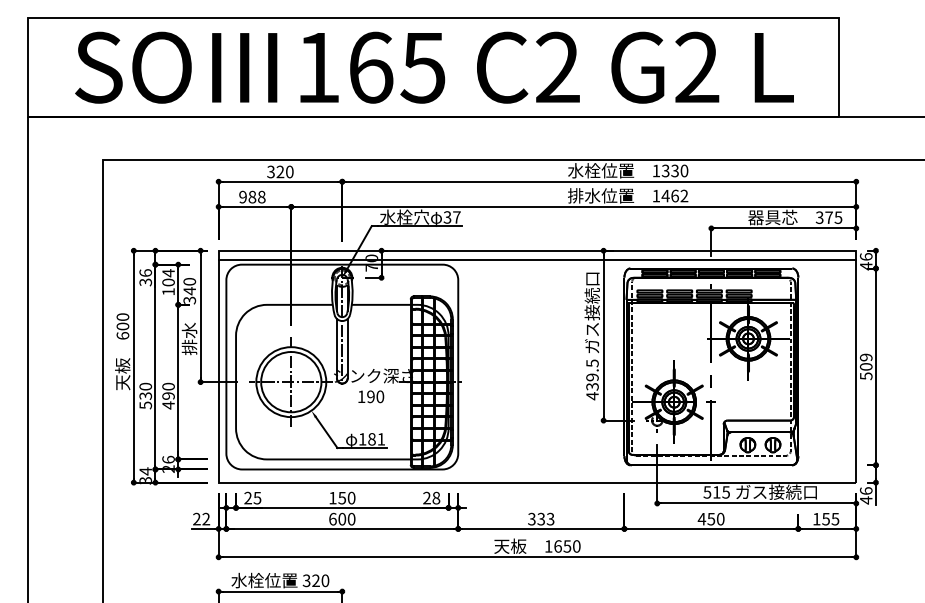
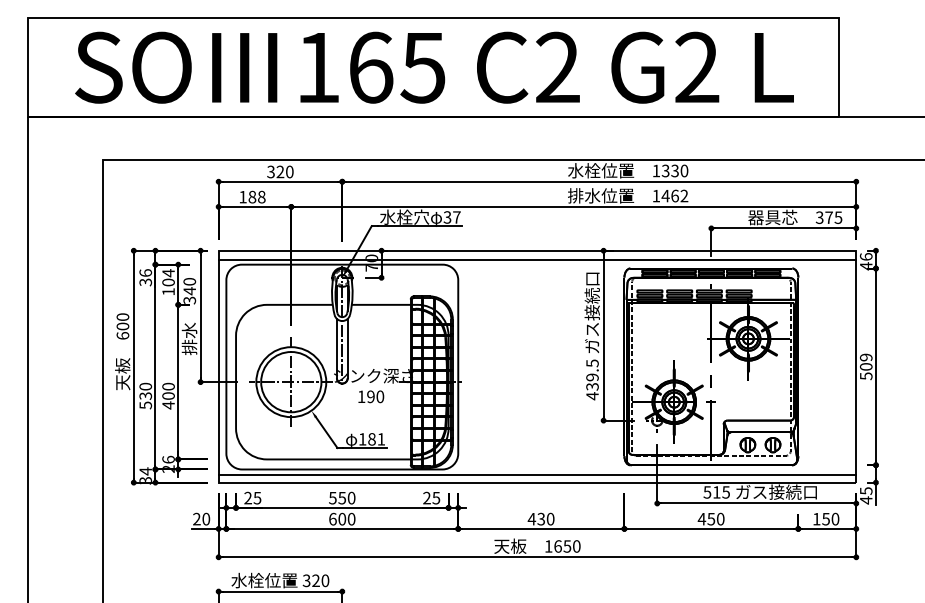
text at (242, 196): 988 -> 188
text at (168, 395): 490 -> 400
line at (537, 474): none -> present
text at (865, 490): 46 -> 45
text at (436, 497): 28 -> 25
text at (332, 498): 150 -> 550
text at (540, 518): 333 -> 430
text at (835, 518): 155 -> 150
text at (206, 519): 22 -> 20
